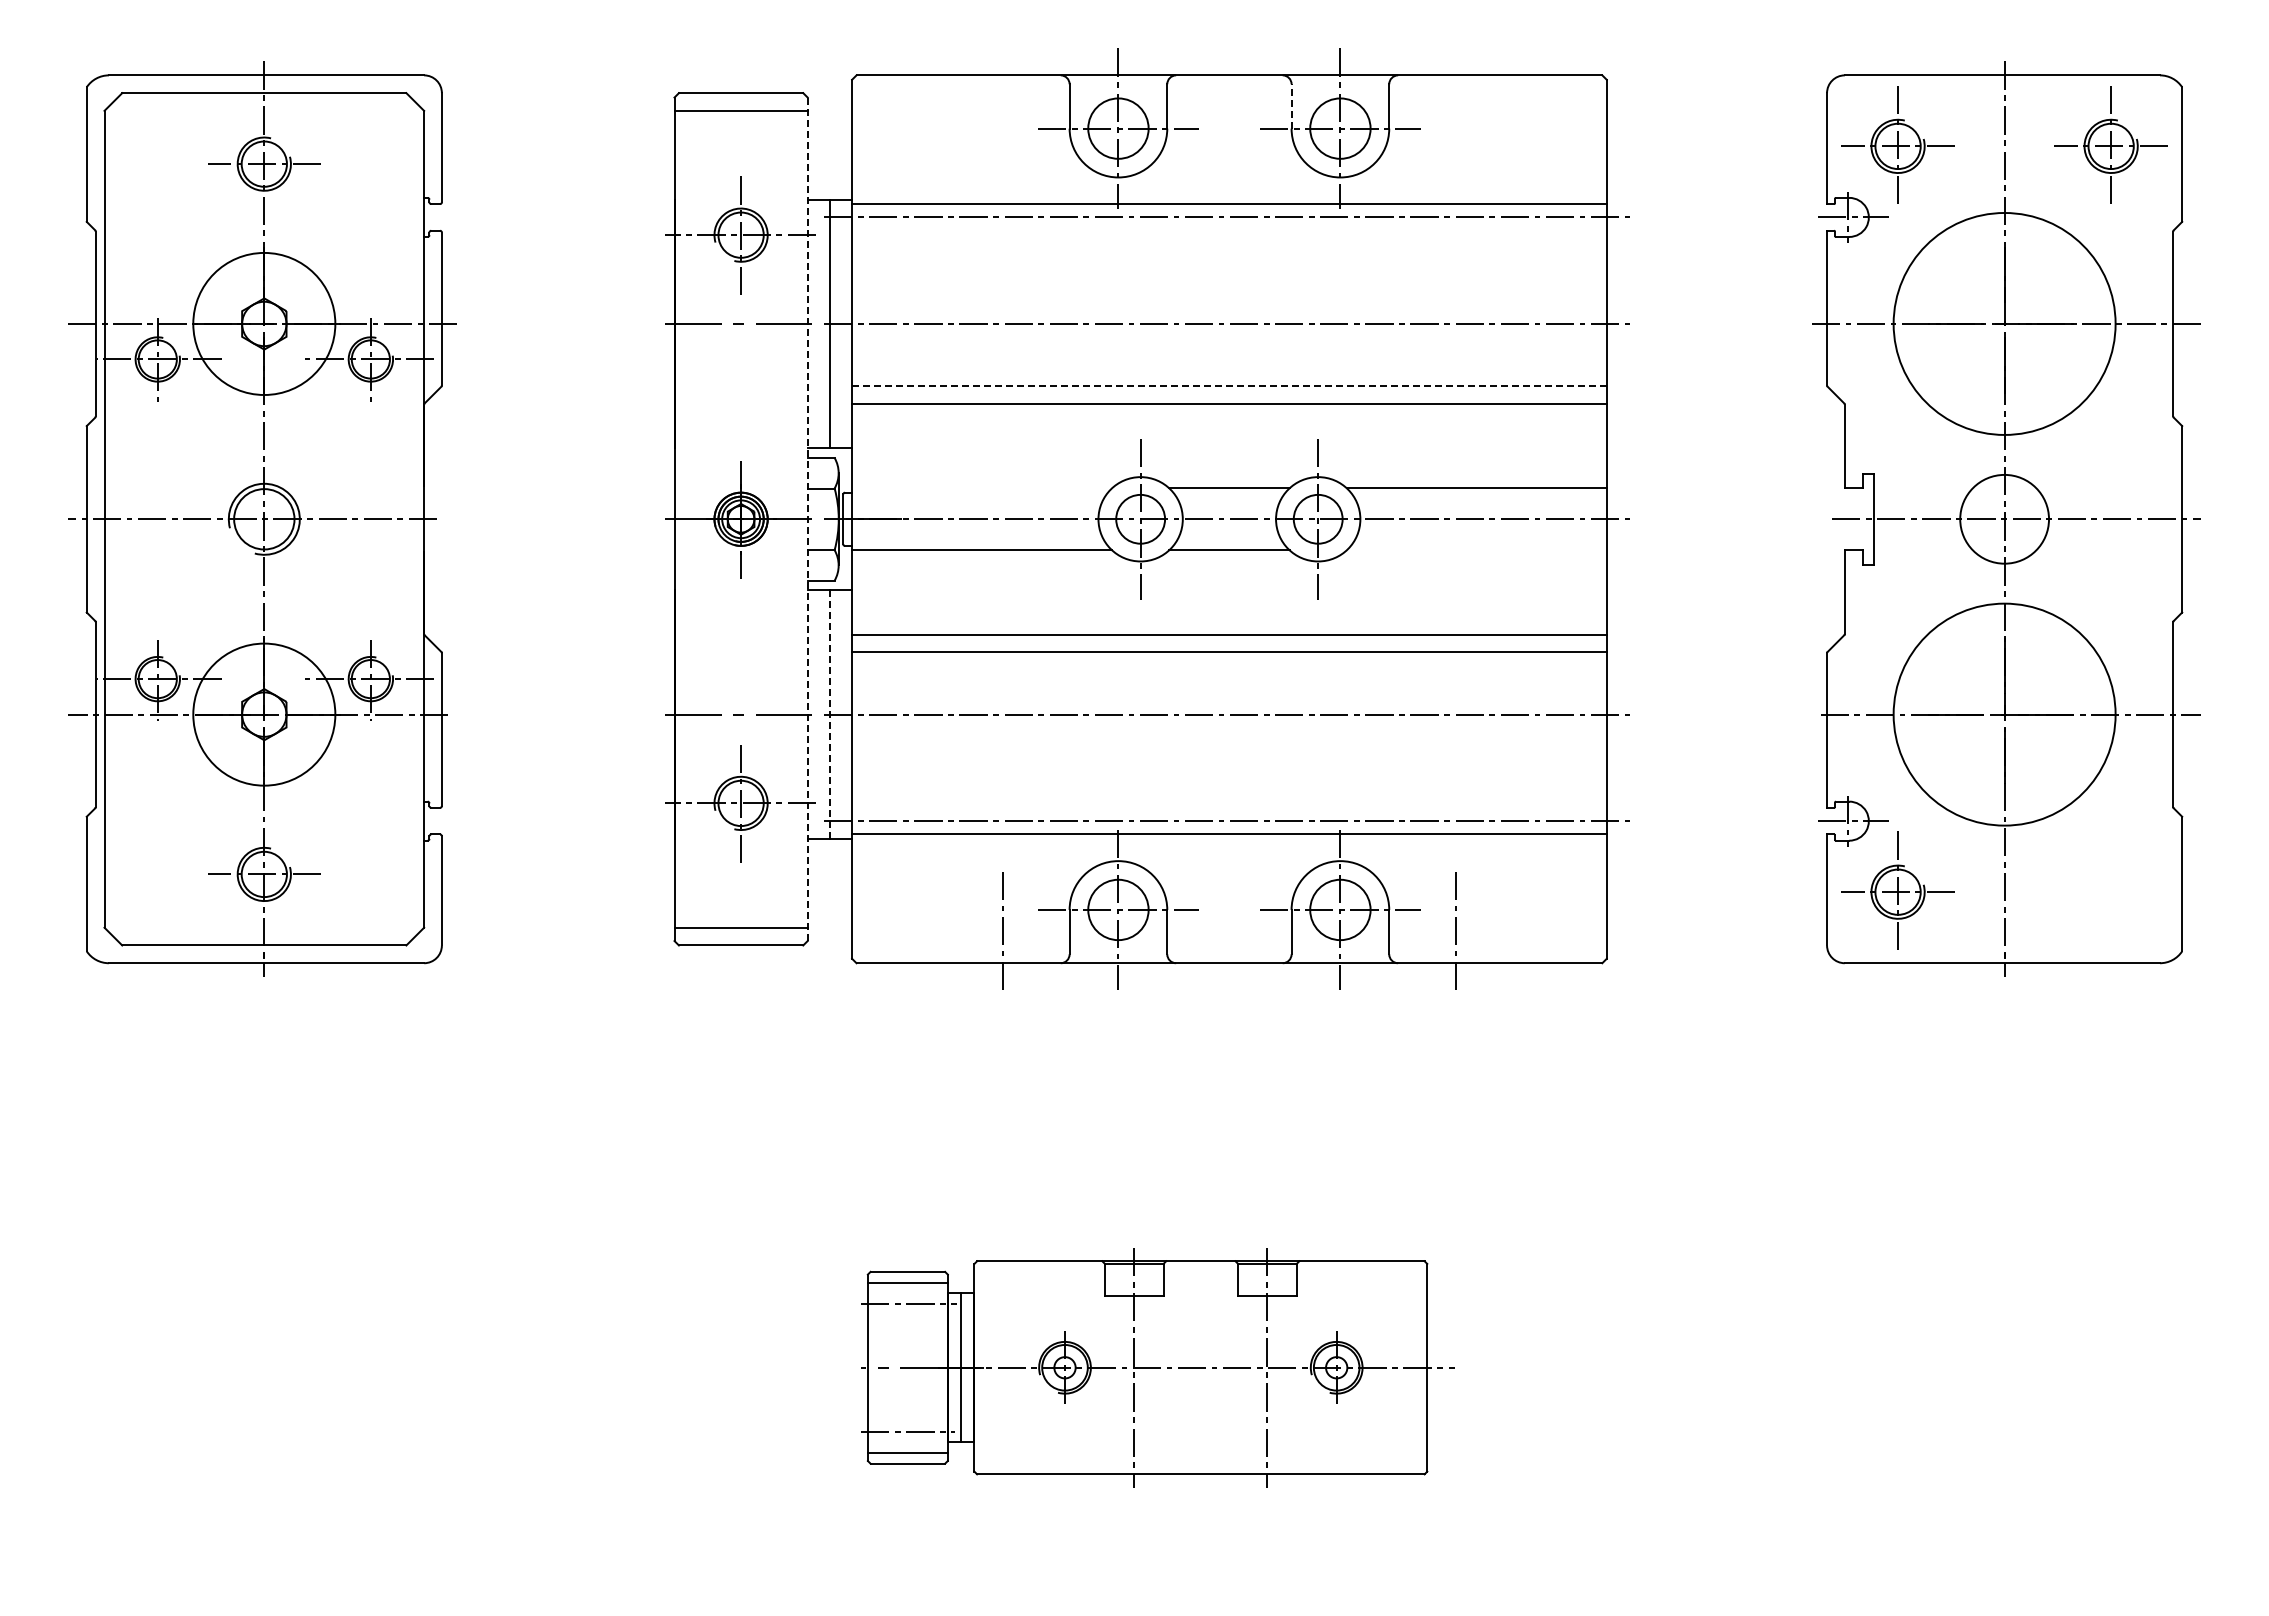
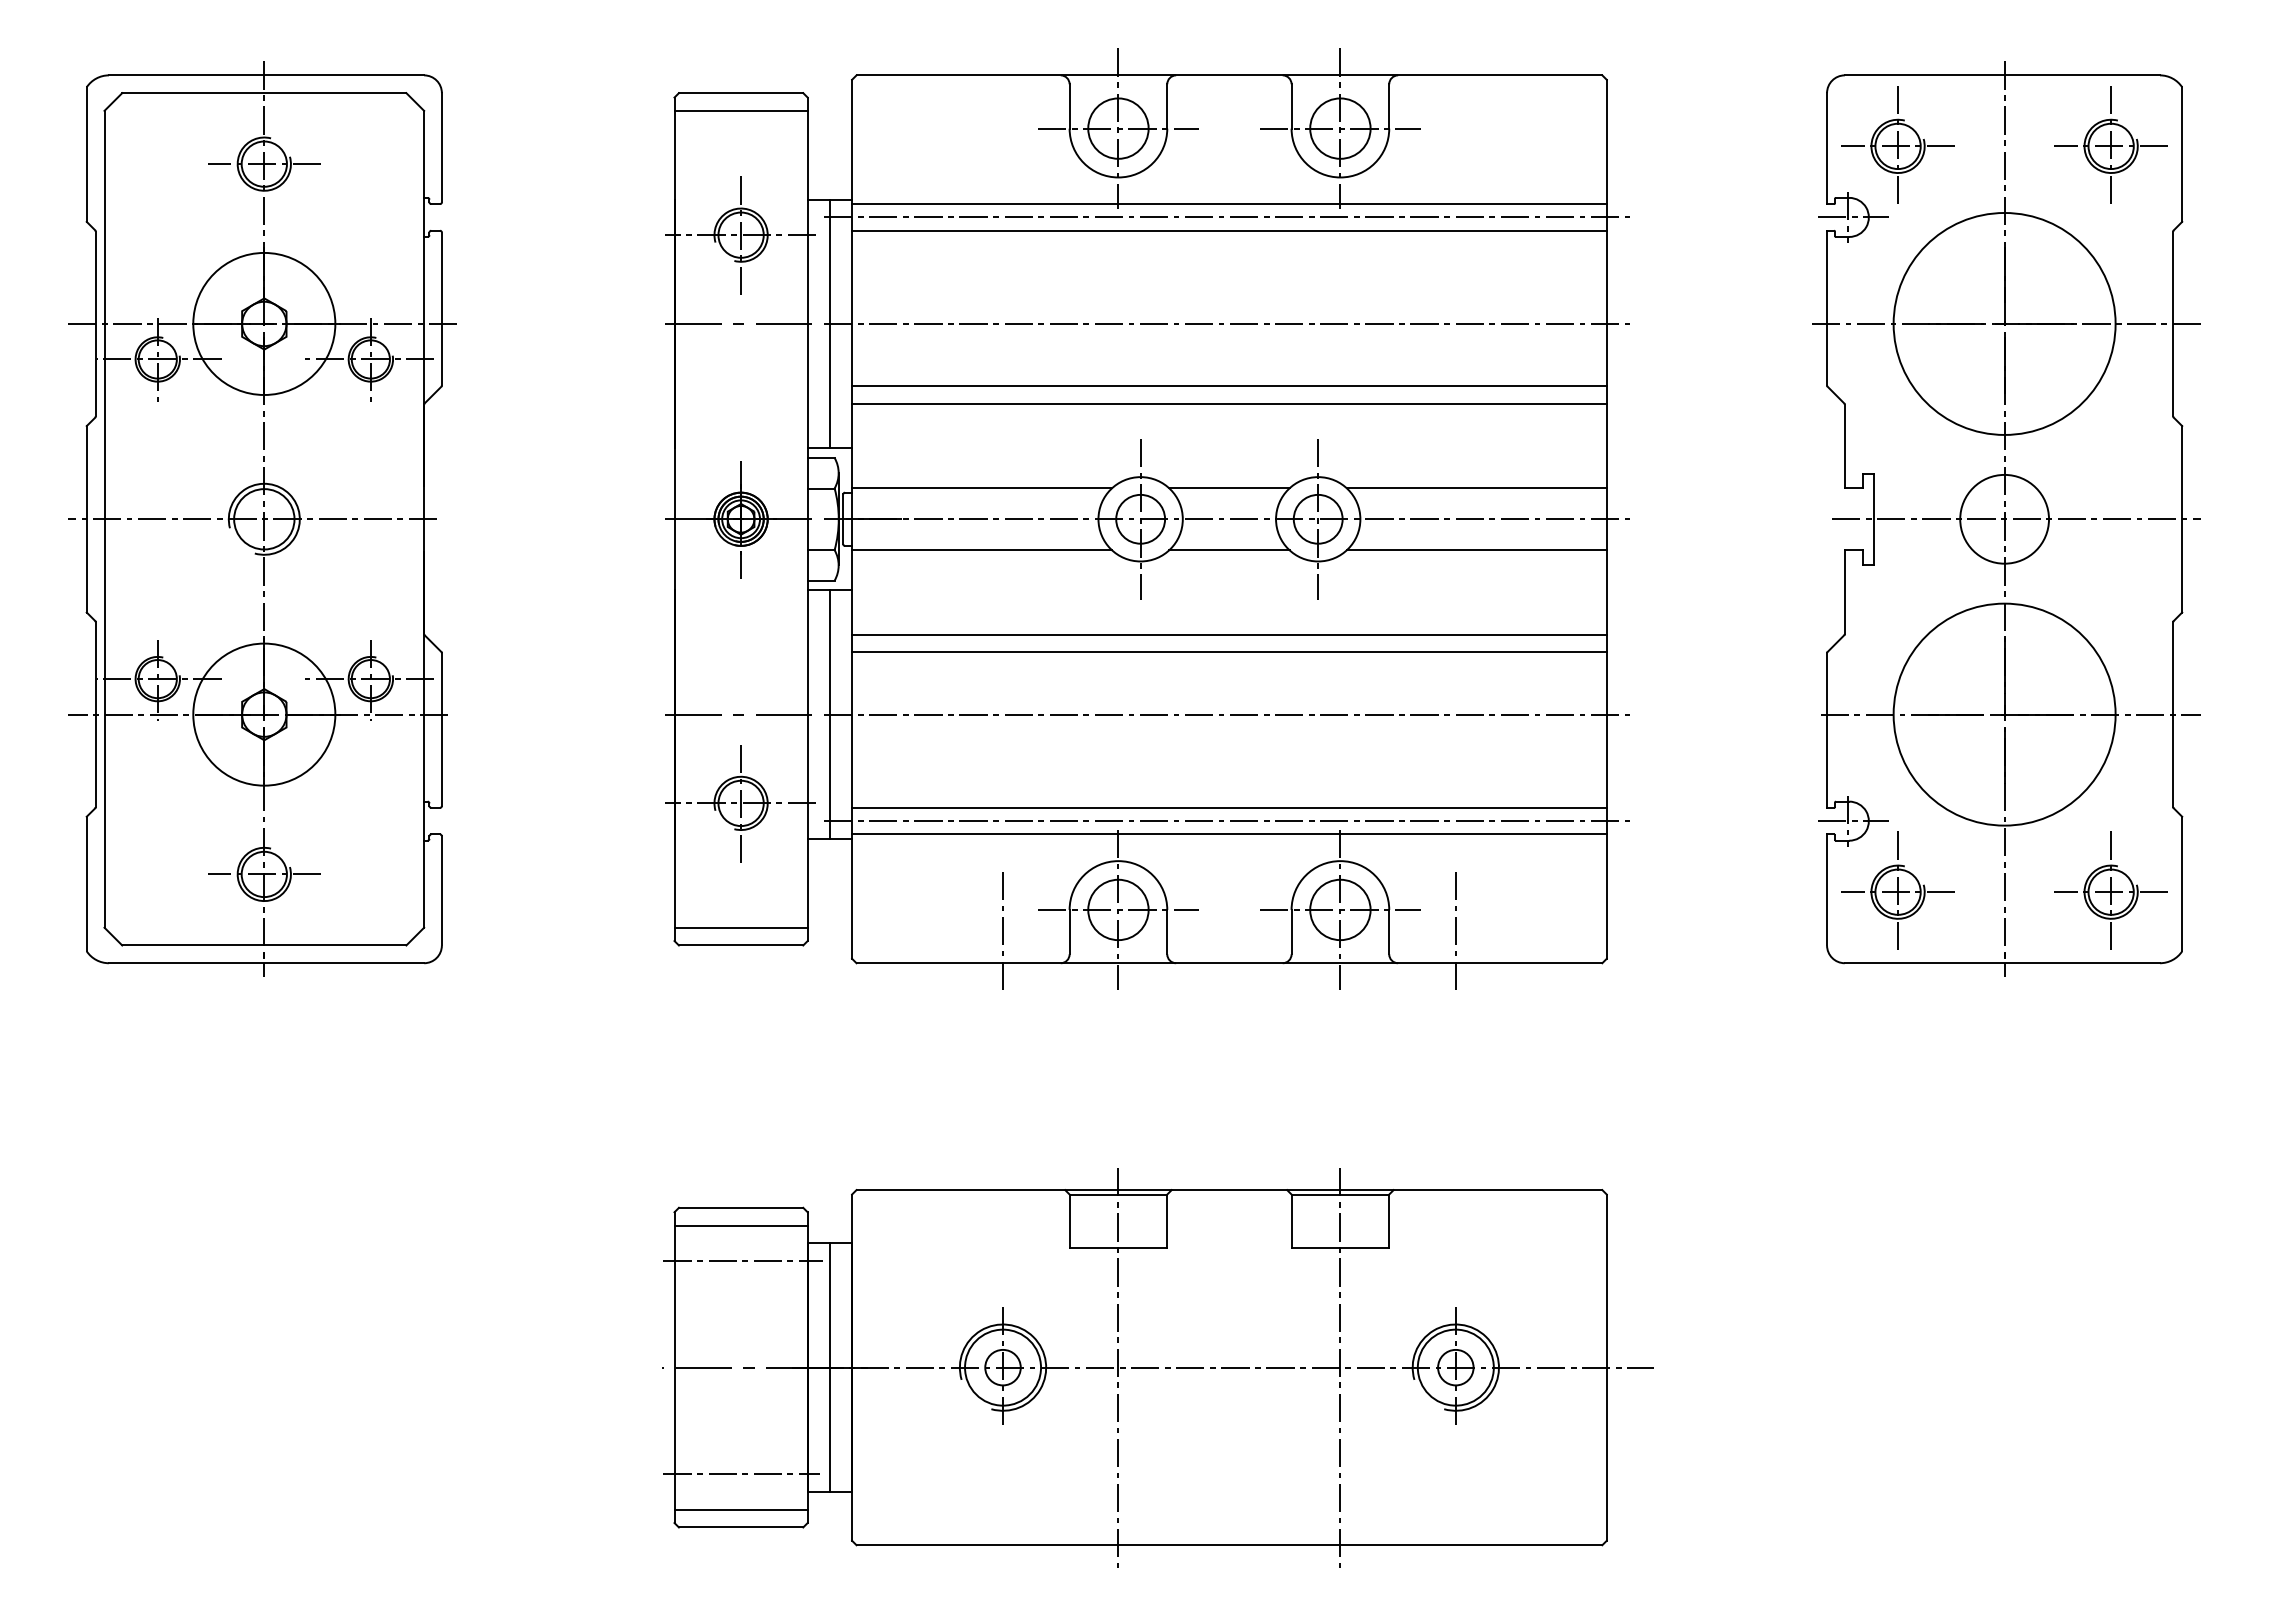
line at (1291, 105): dashed -> solid
line at (1229, 230): none -> present
line at (1228, 386): dashed -> solid
line at (982, 488): none -> present
line at (807, 519): dashed -> solid
line at (1476, 550): none -> present
line at (829, 714): dashed -> solid
line at (1229, 807): none -> present
part at (2110, 890): none -> present
part at (1157, 1367) size: 594x240 px -> 992x400 px
